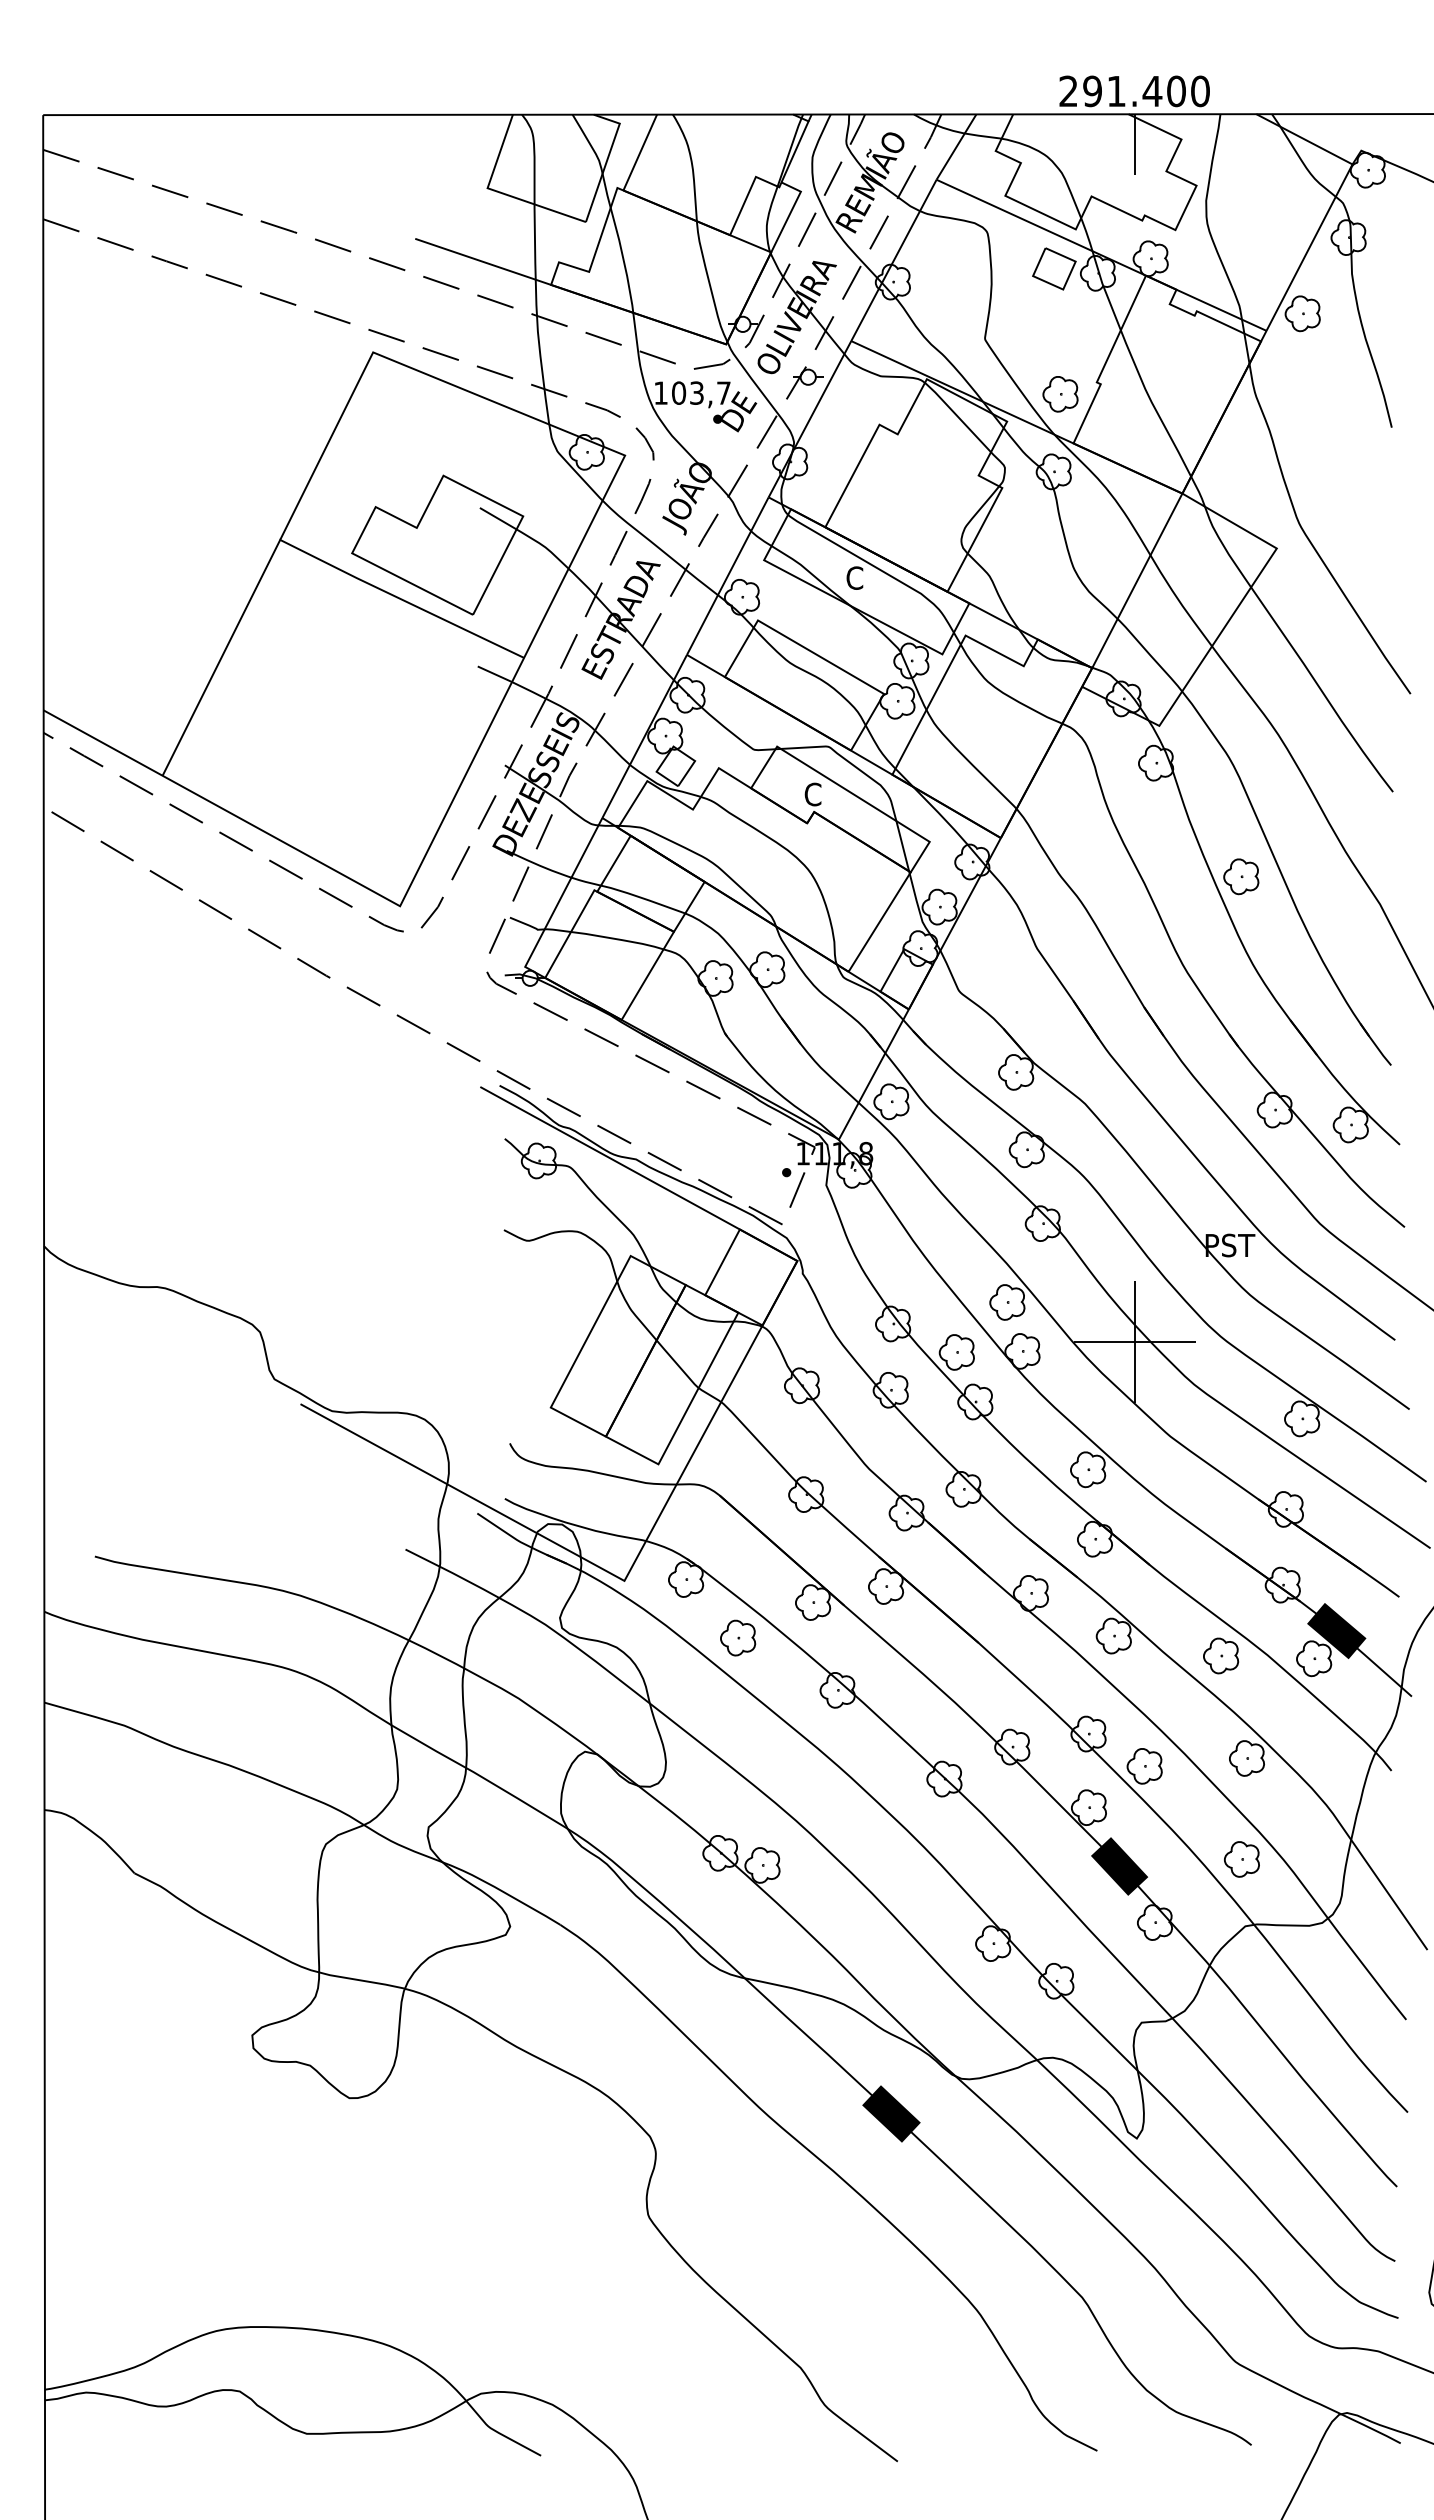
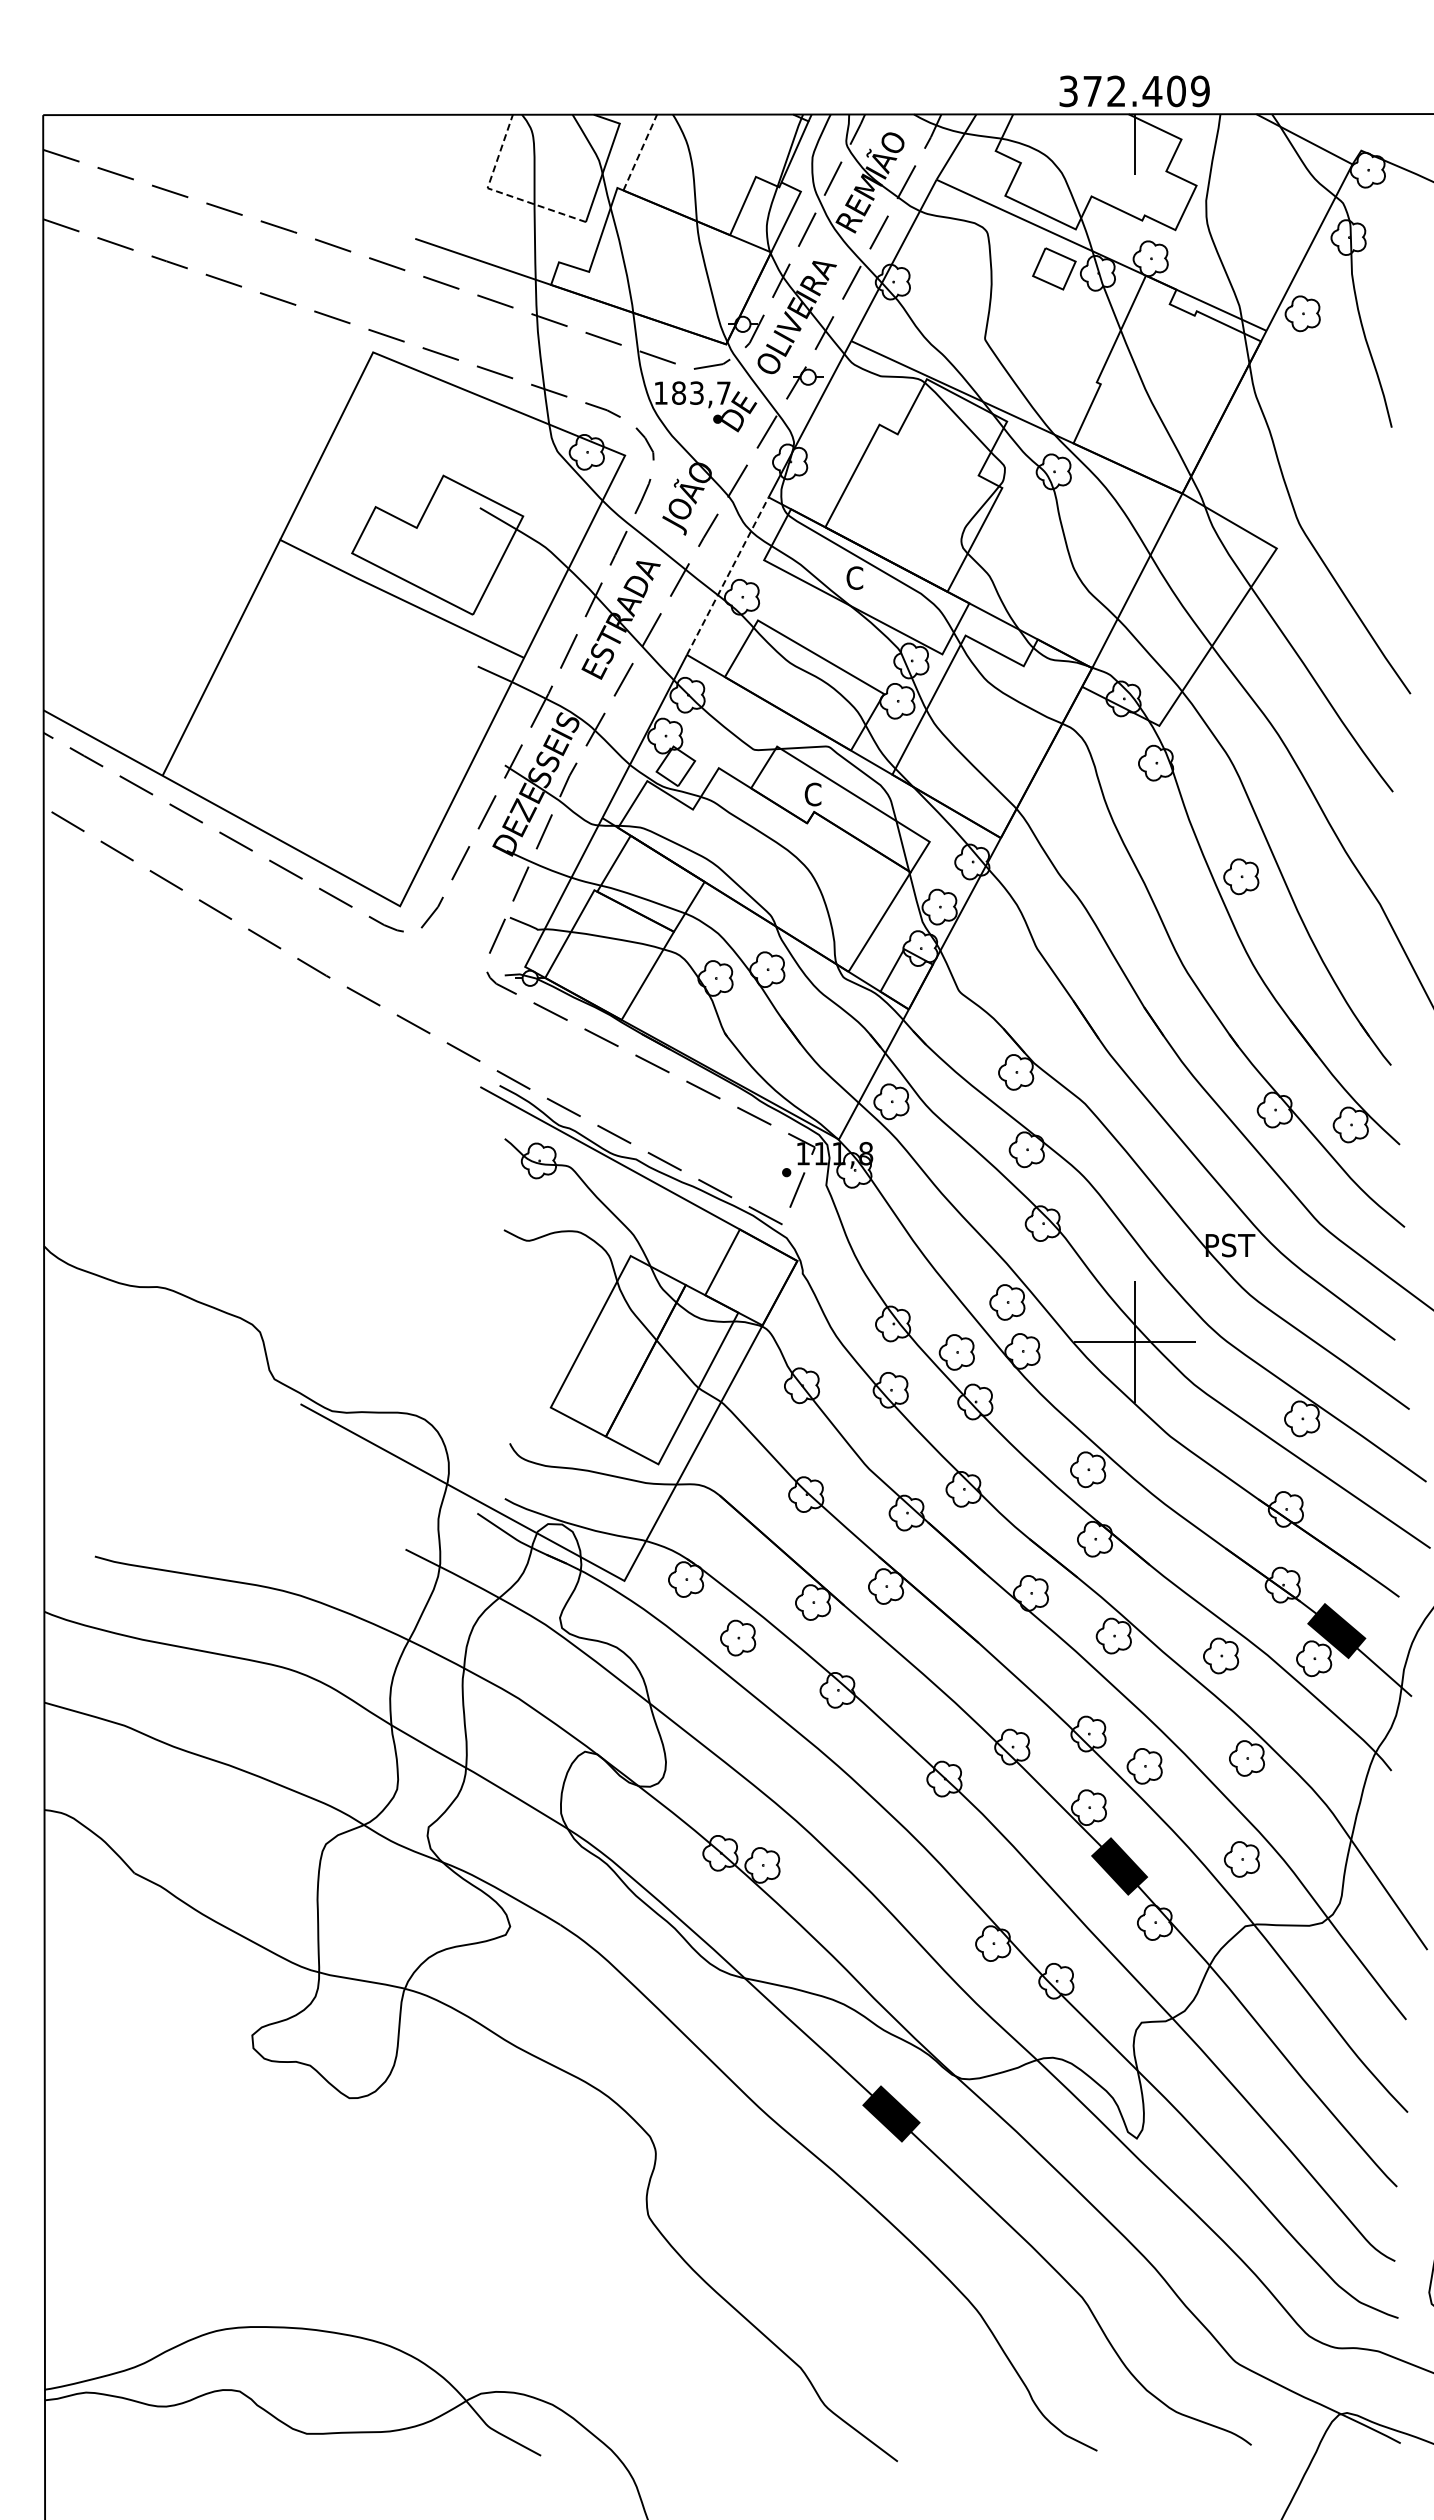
text at (1134, 91): 291.400 -> 372.409
line at (640, 152): solid -> dashed
line at (499, 192): solid -> dashed
text at (679, 392): 103,7 -> 183,7
part at (1060, 394): present -> none
line at (727, 576): solid -> dashed
